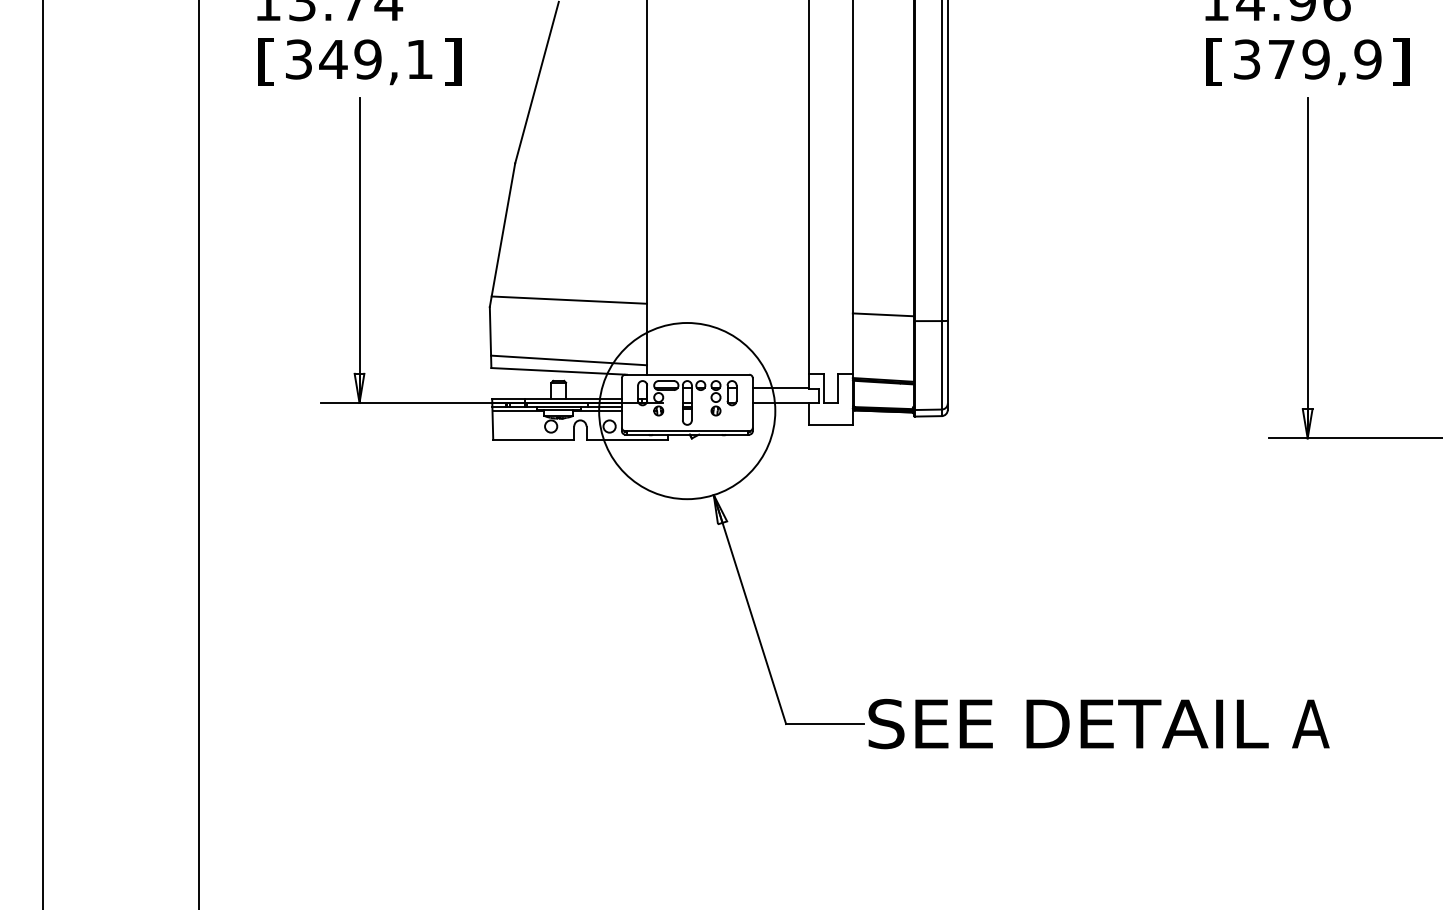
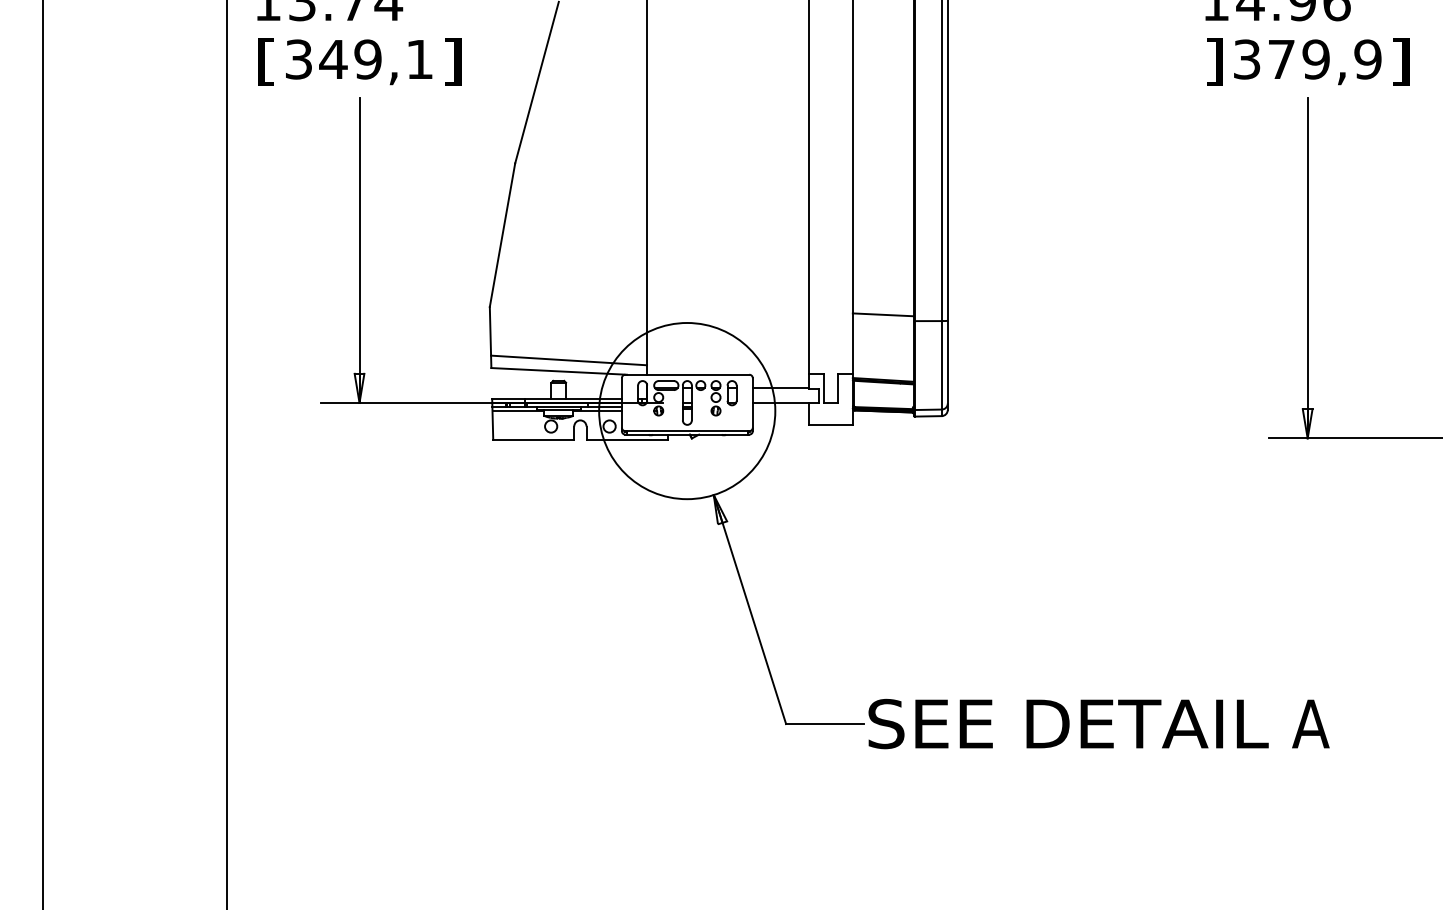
text at (1214, 61): [ -> ]
line at (569, 299): present -> none
line at (198, 454) position: (198, 454) -> (226, 454)
